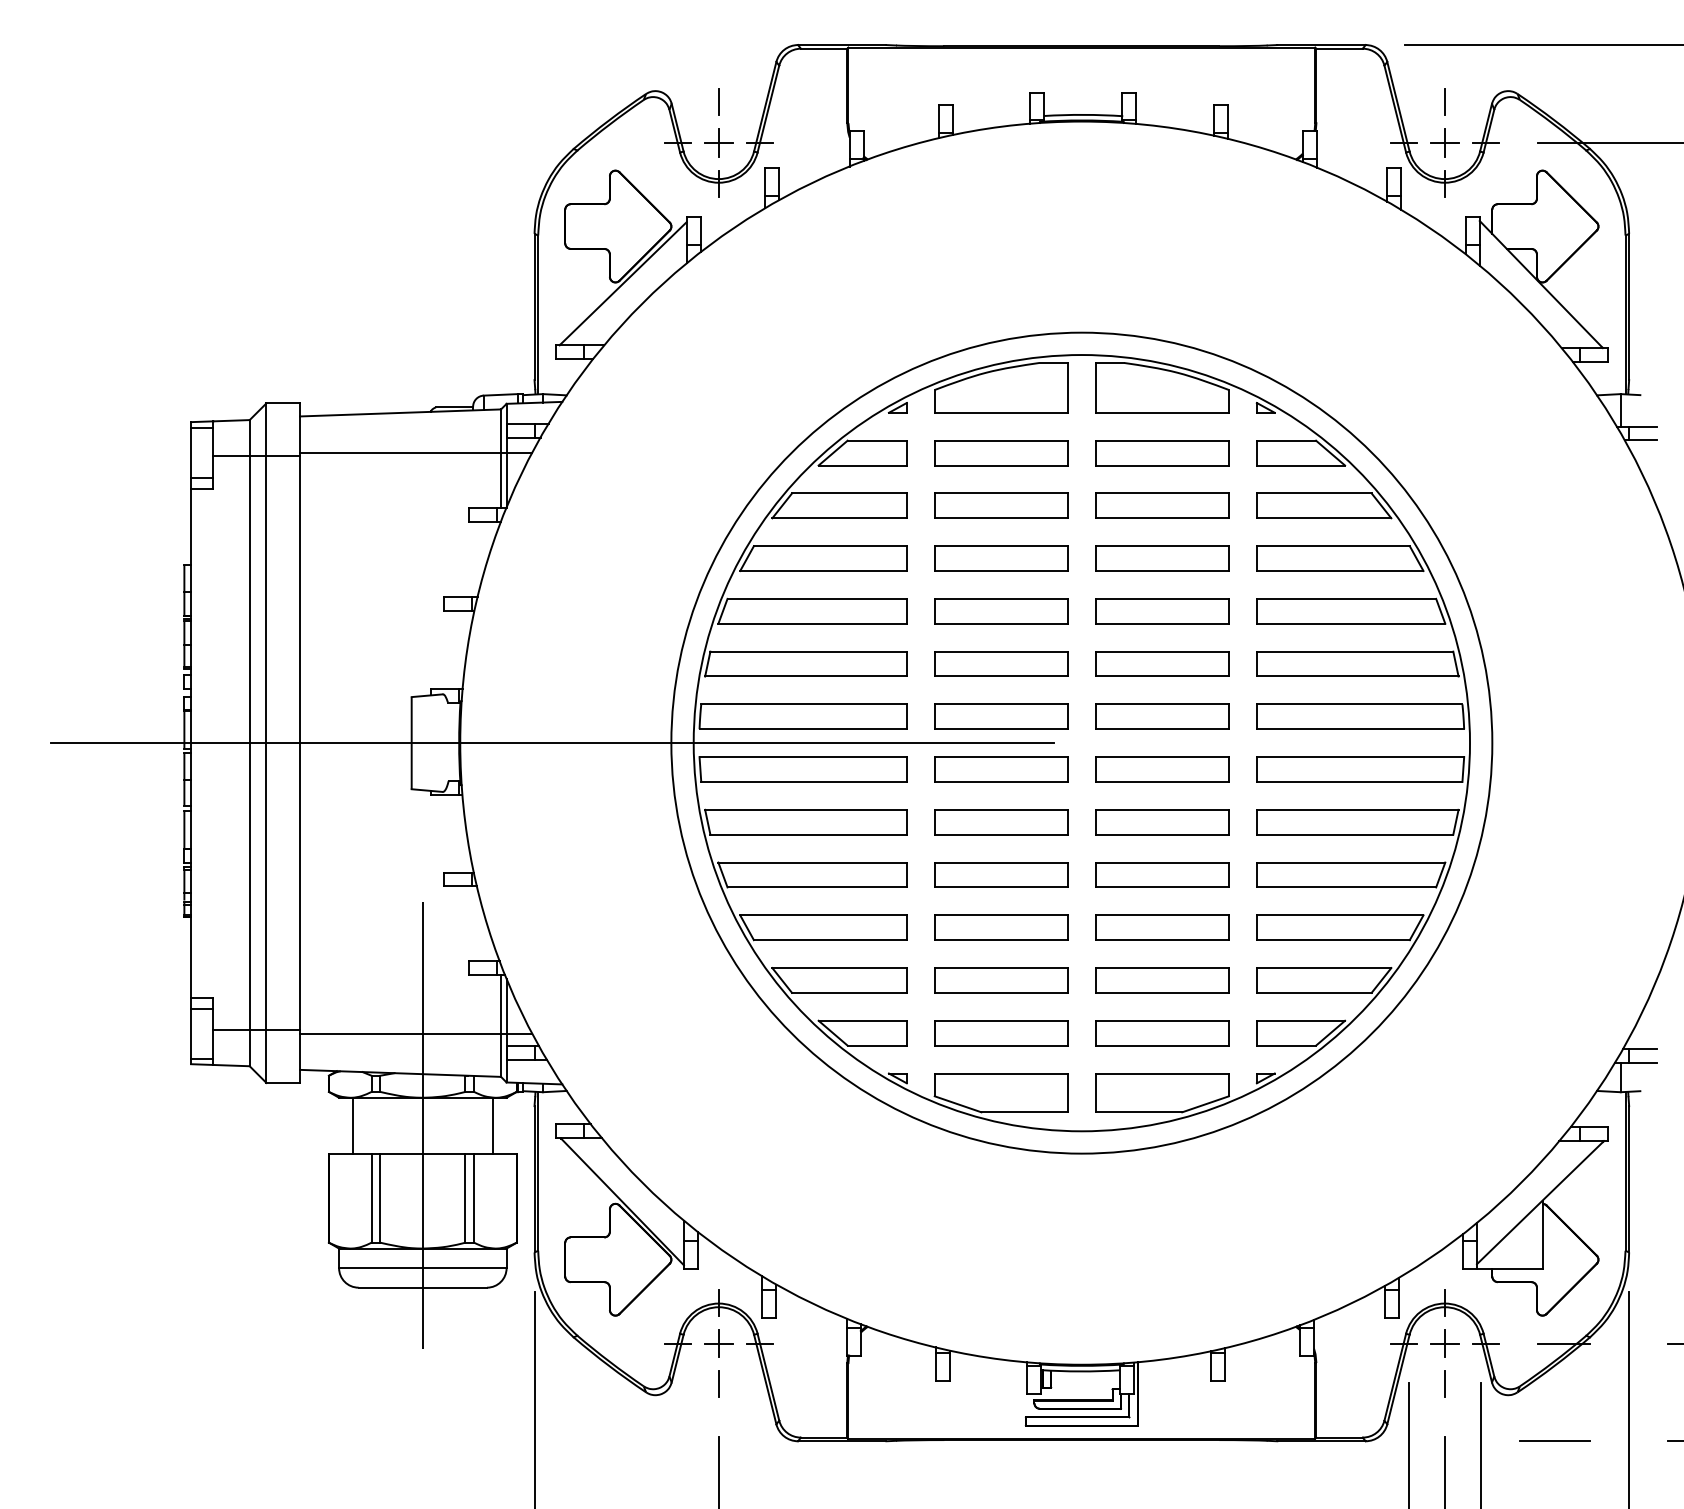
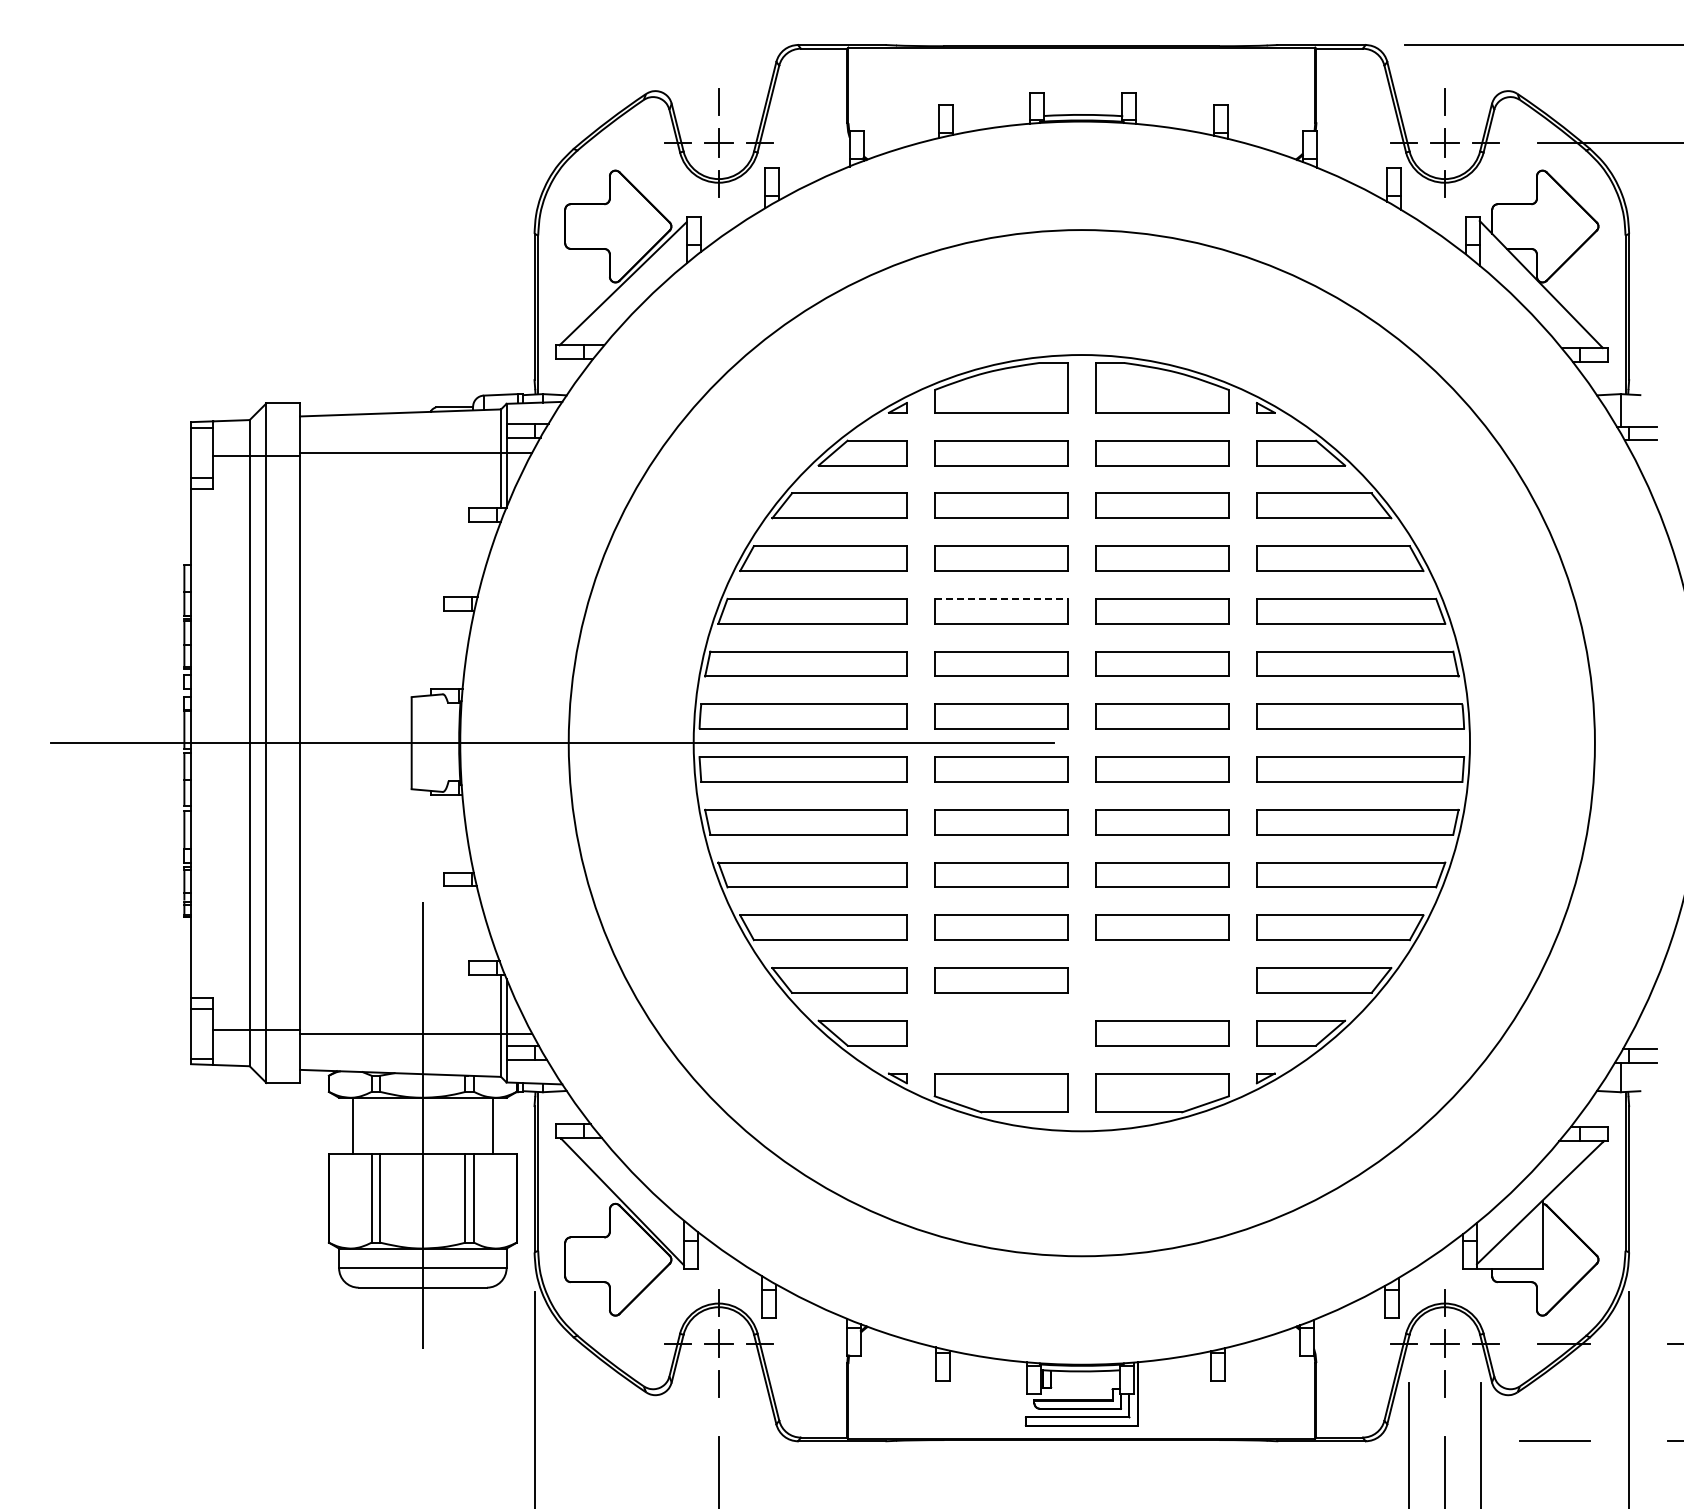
line at (1001, 598): solid -> dashed
circle at (1081, 742) diameter: 821 px -> 1026 px
part at (1162, 980): present -> none
part at (1001, 1033): present -> none
